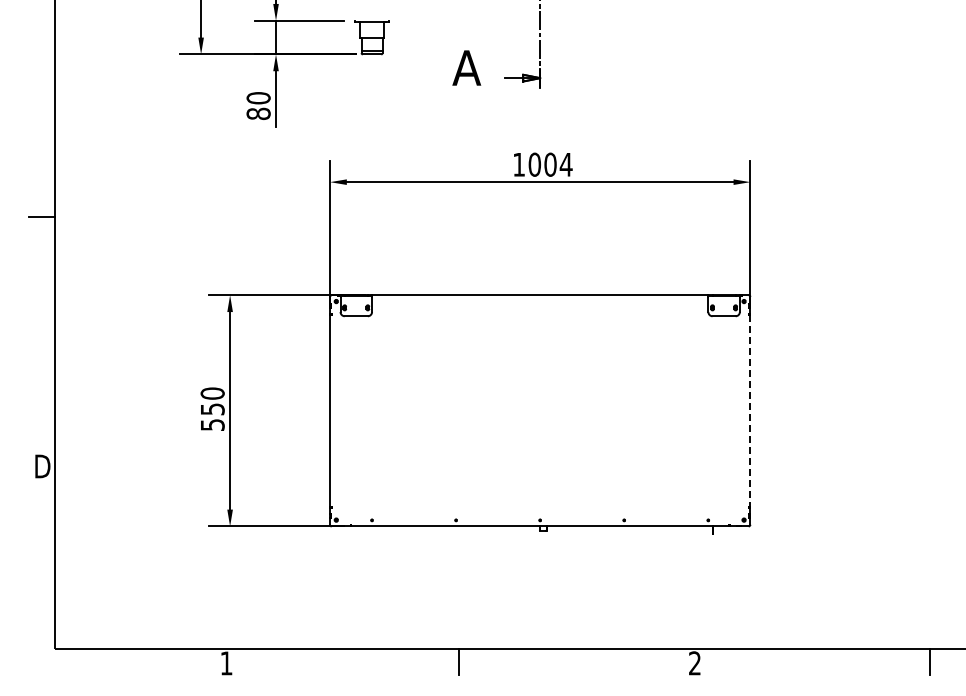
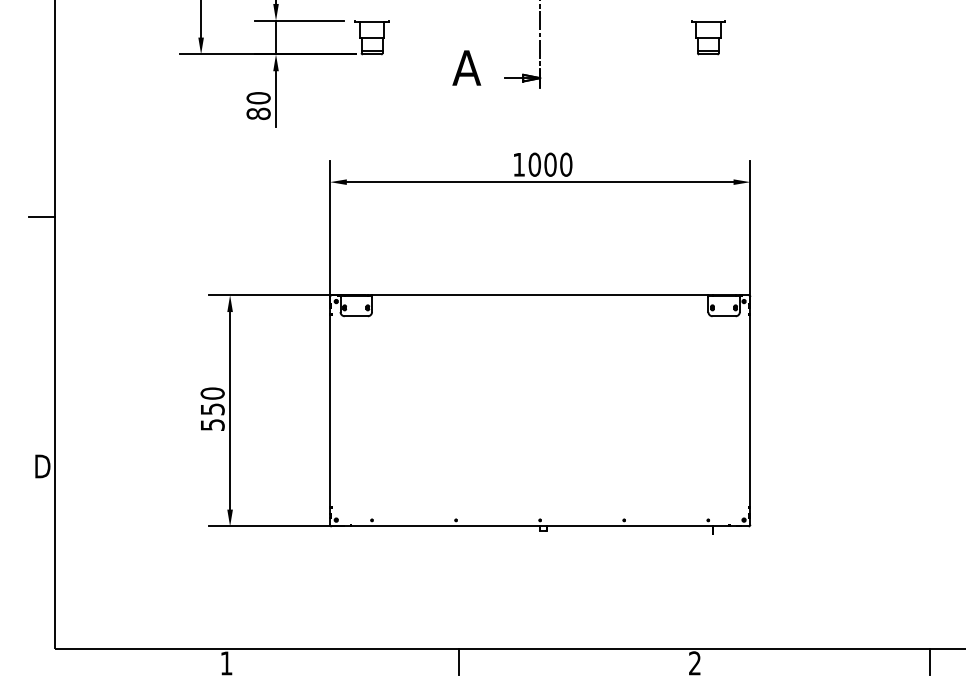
part at (708, 37): none -> present
text at (565, 164): 1004 -> 1000
line at (750, 411): dashed -> solid
